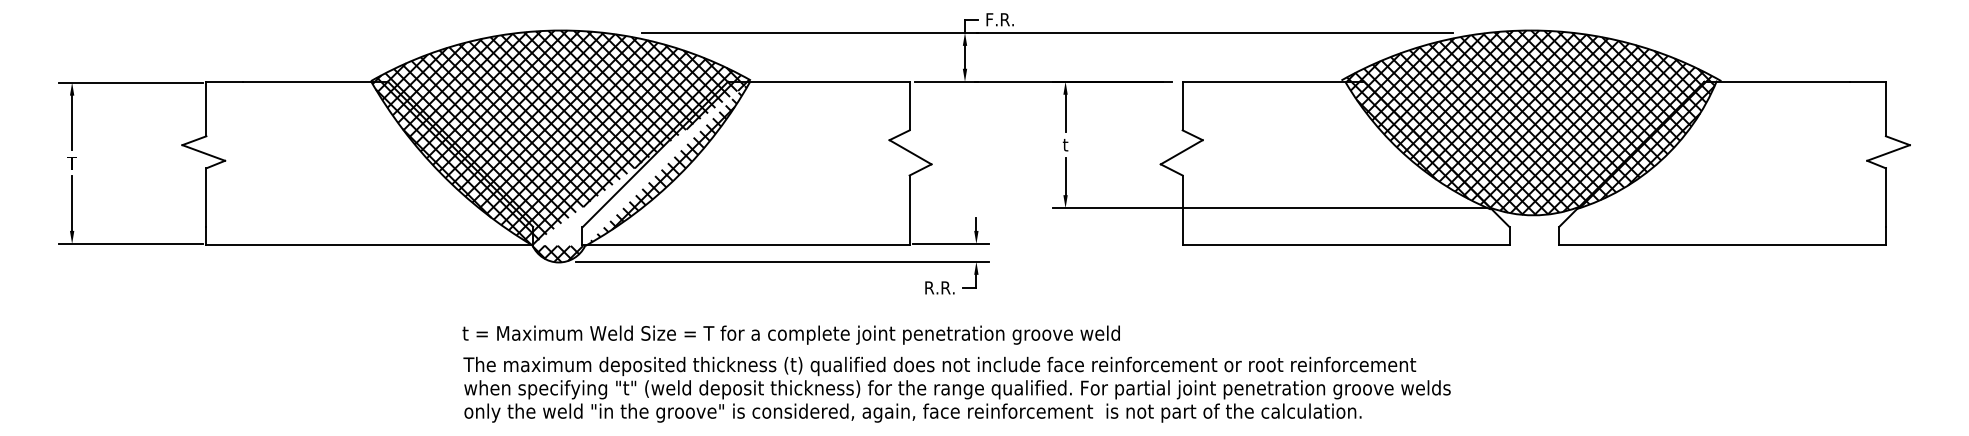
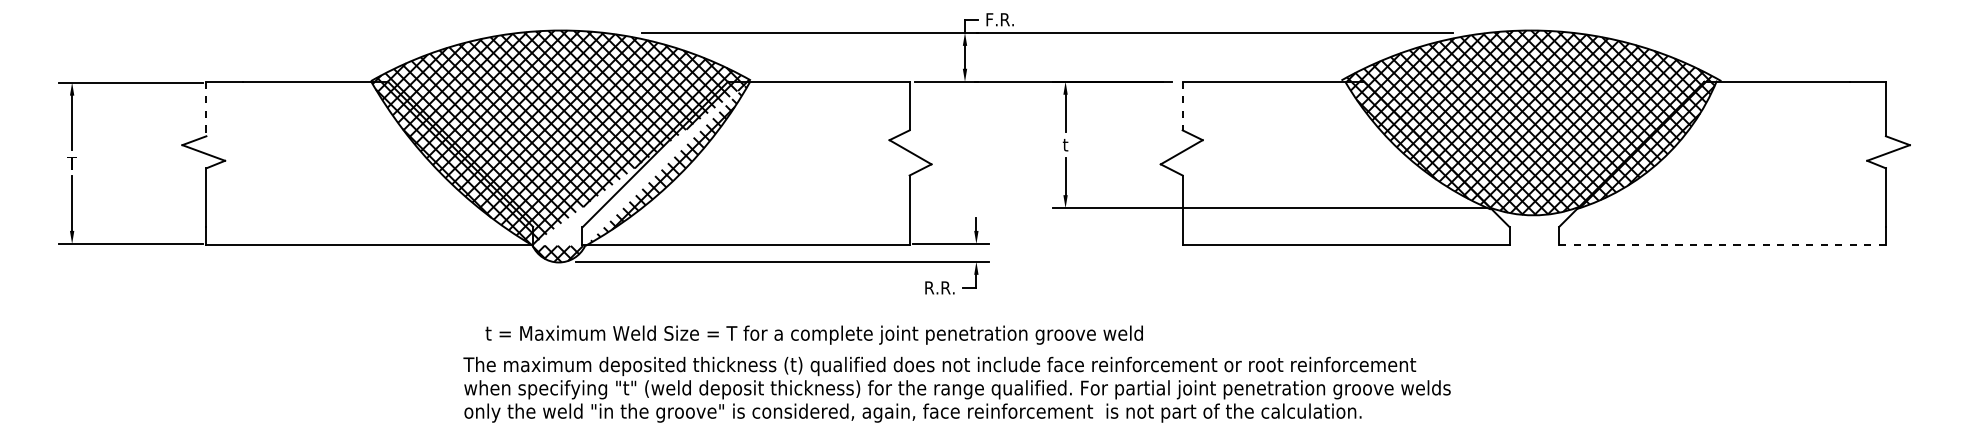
line at (1182, 106): solid -> dashed
line at (206, 109): solid -> dashed
line at (1723, 245): solid -> dashed
text at (790, 334) position: (790, 334) -> (813, 334)
